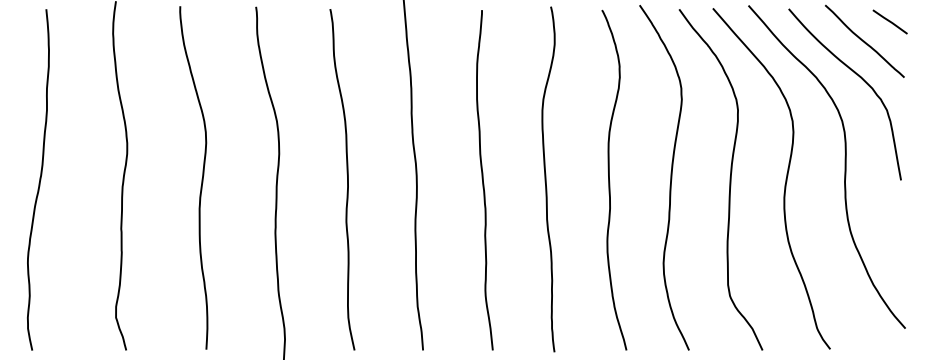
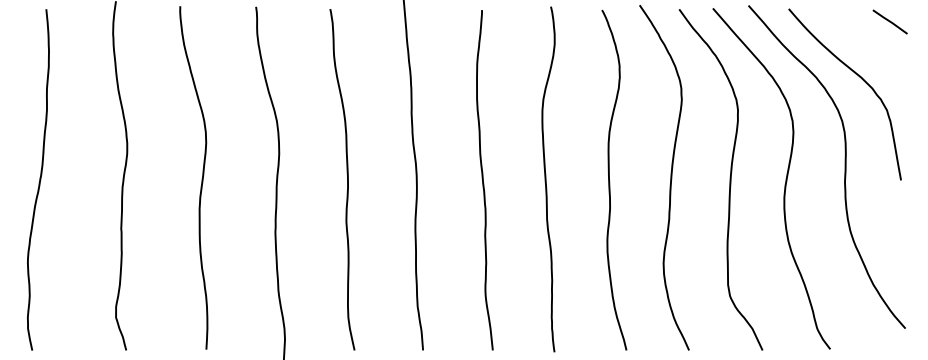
curve at (864, 40): present -> none
